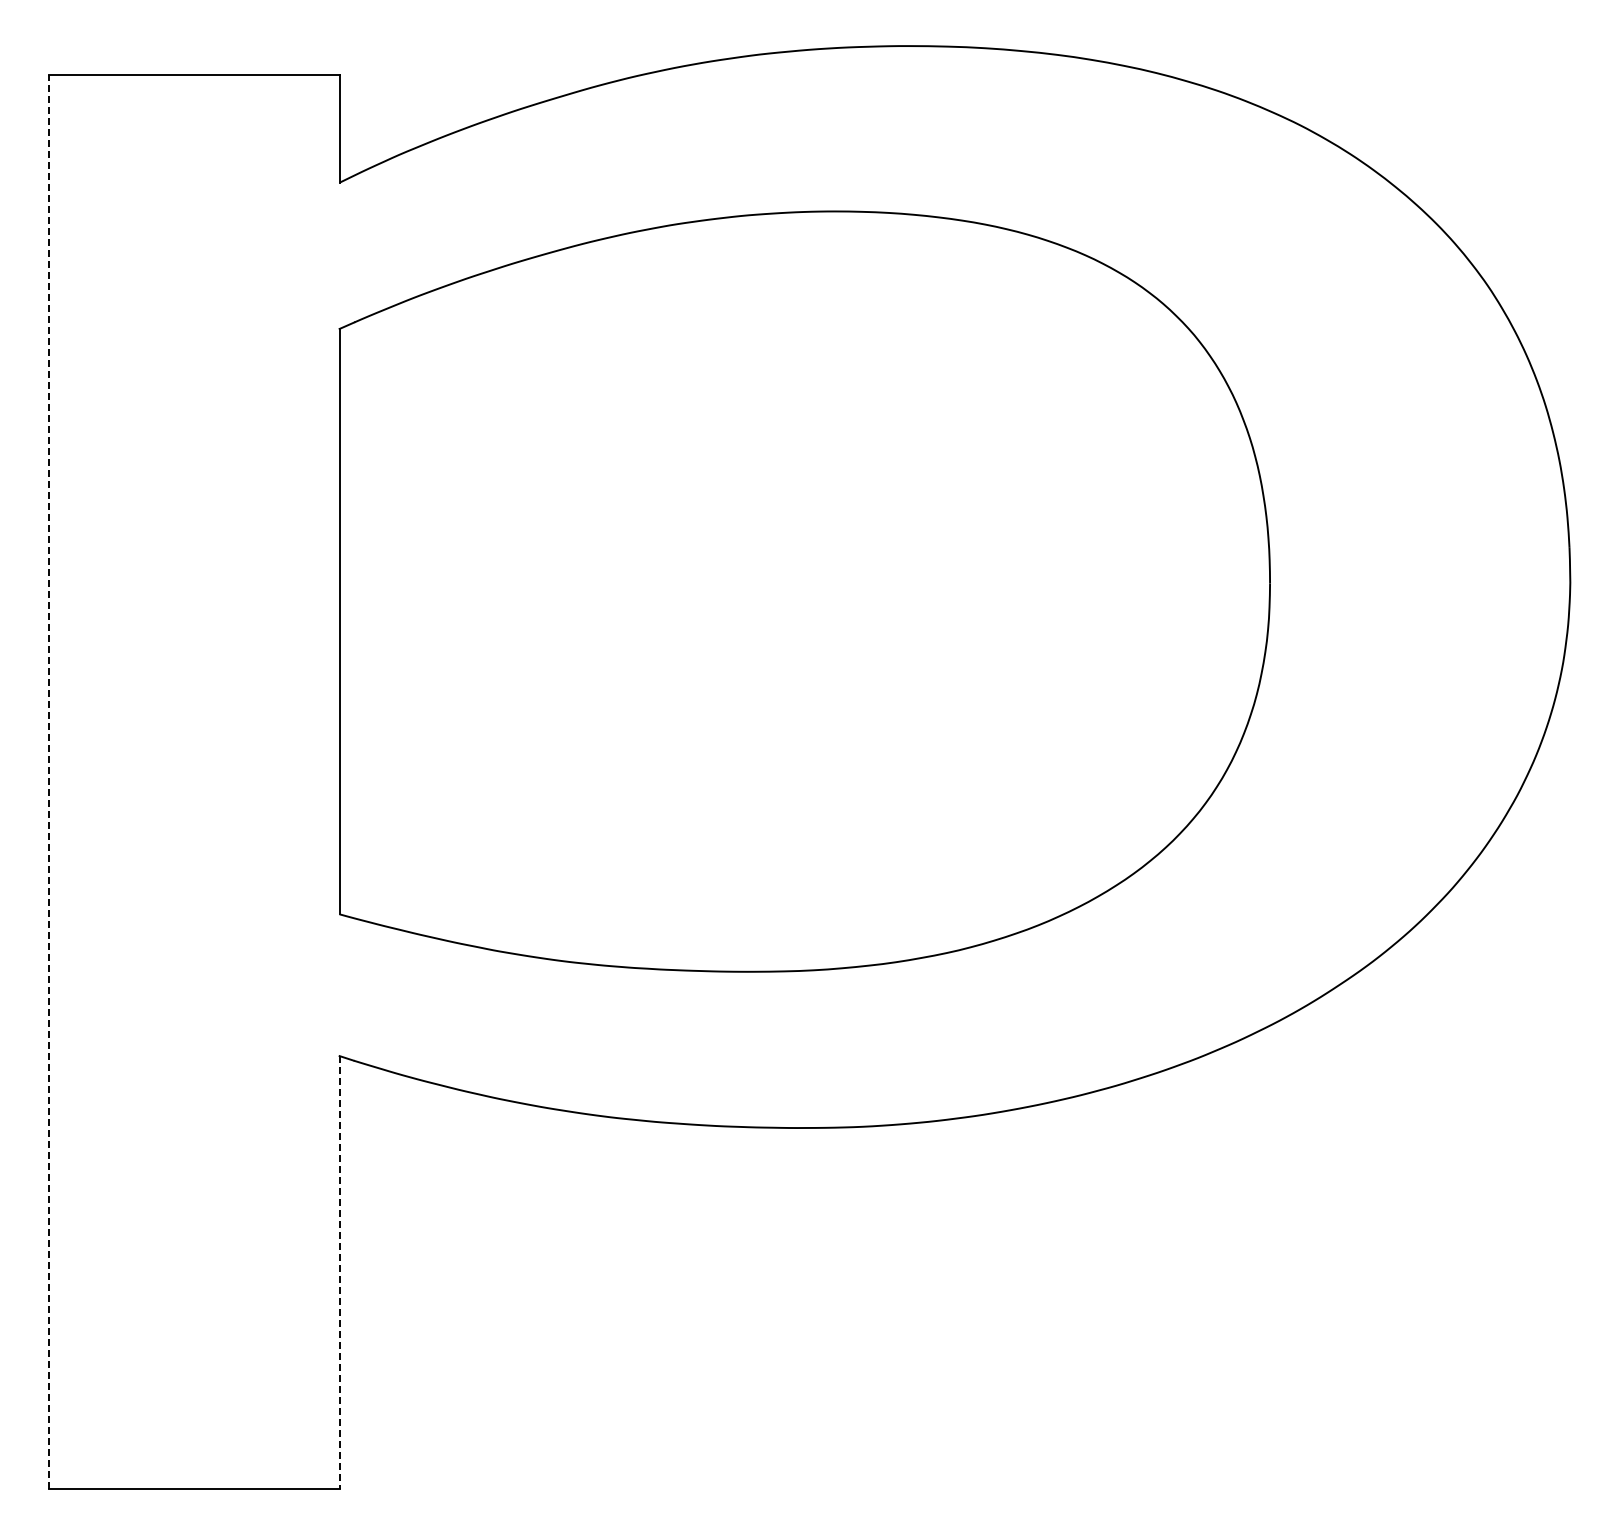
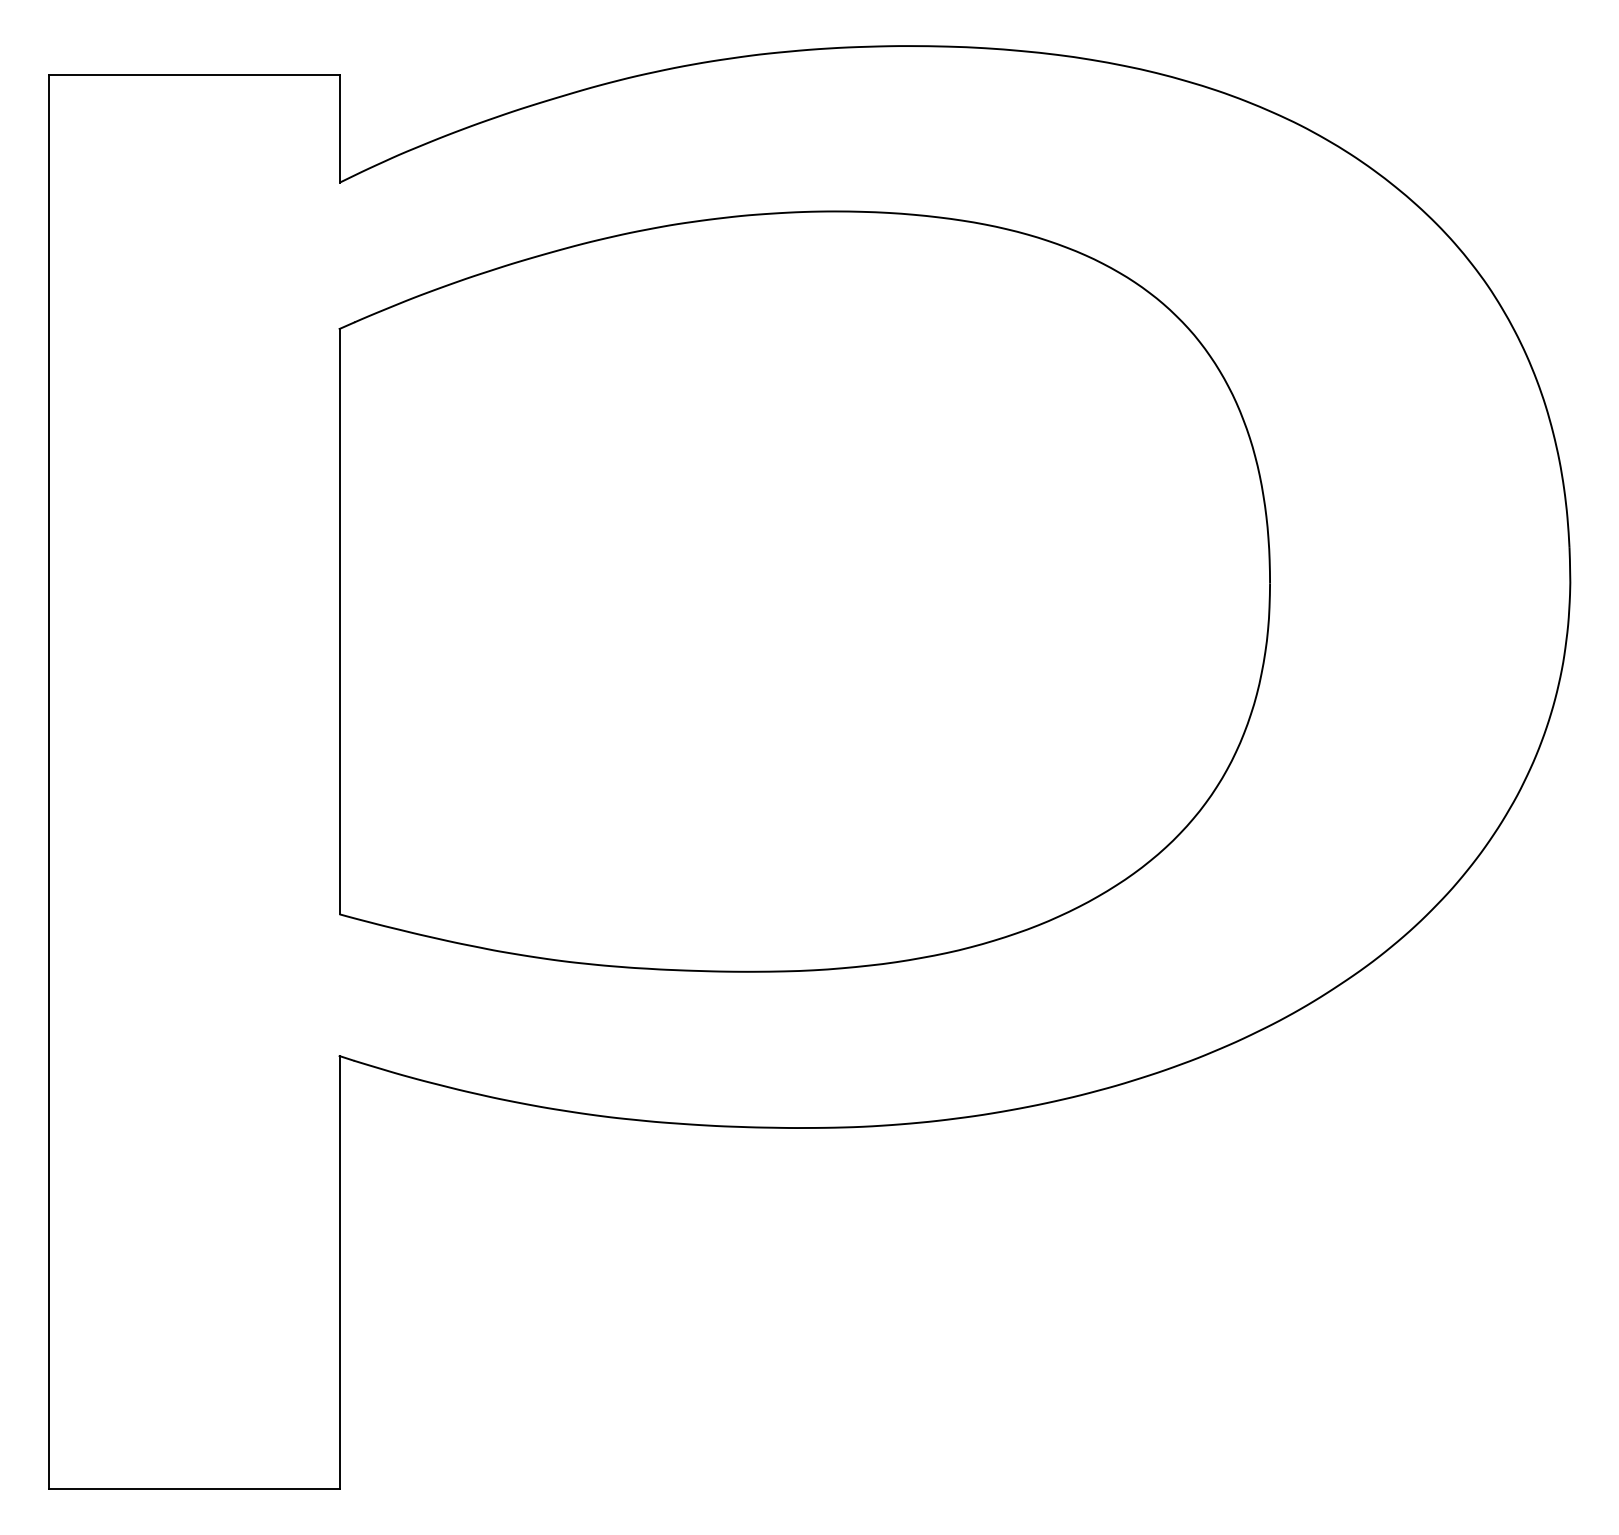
line at (48, 781): dashed -> solid
line at (339, 1273): dashed -> solid
